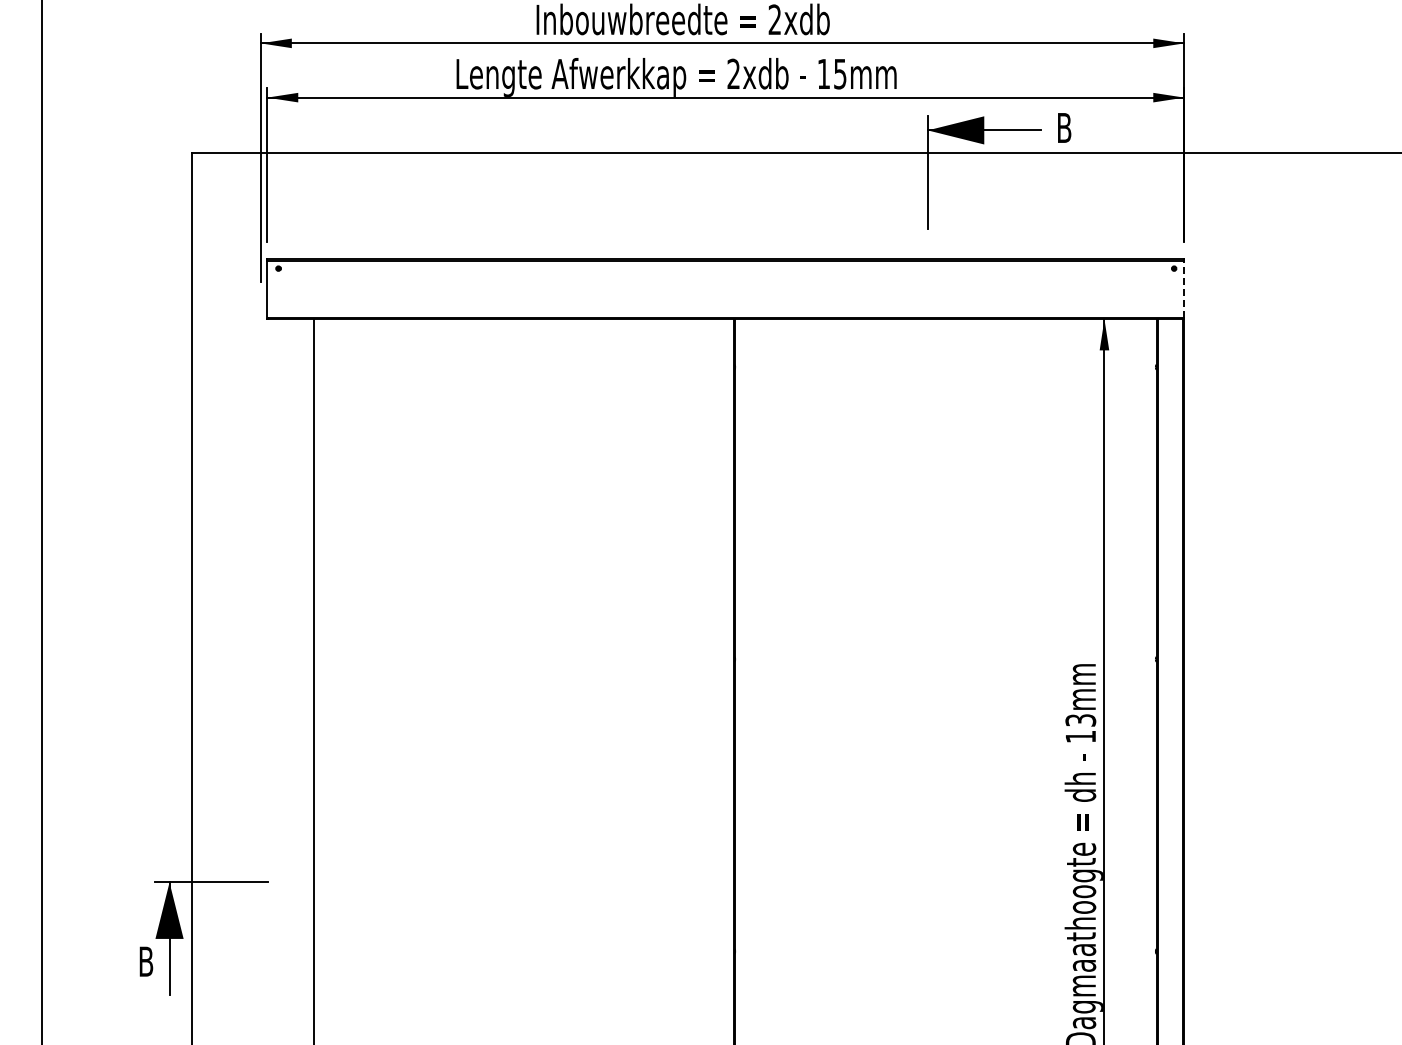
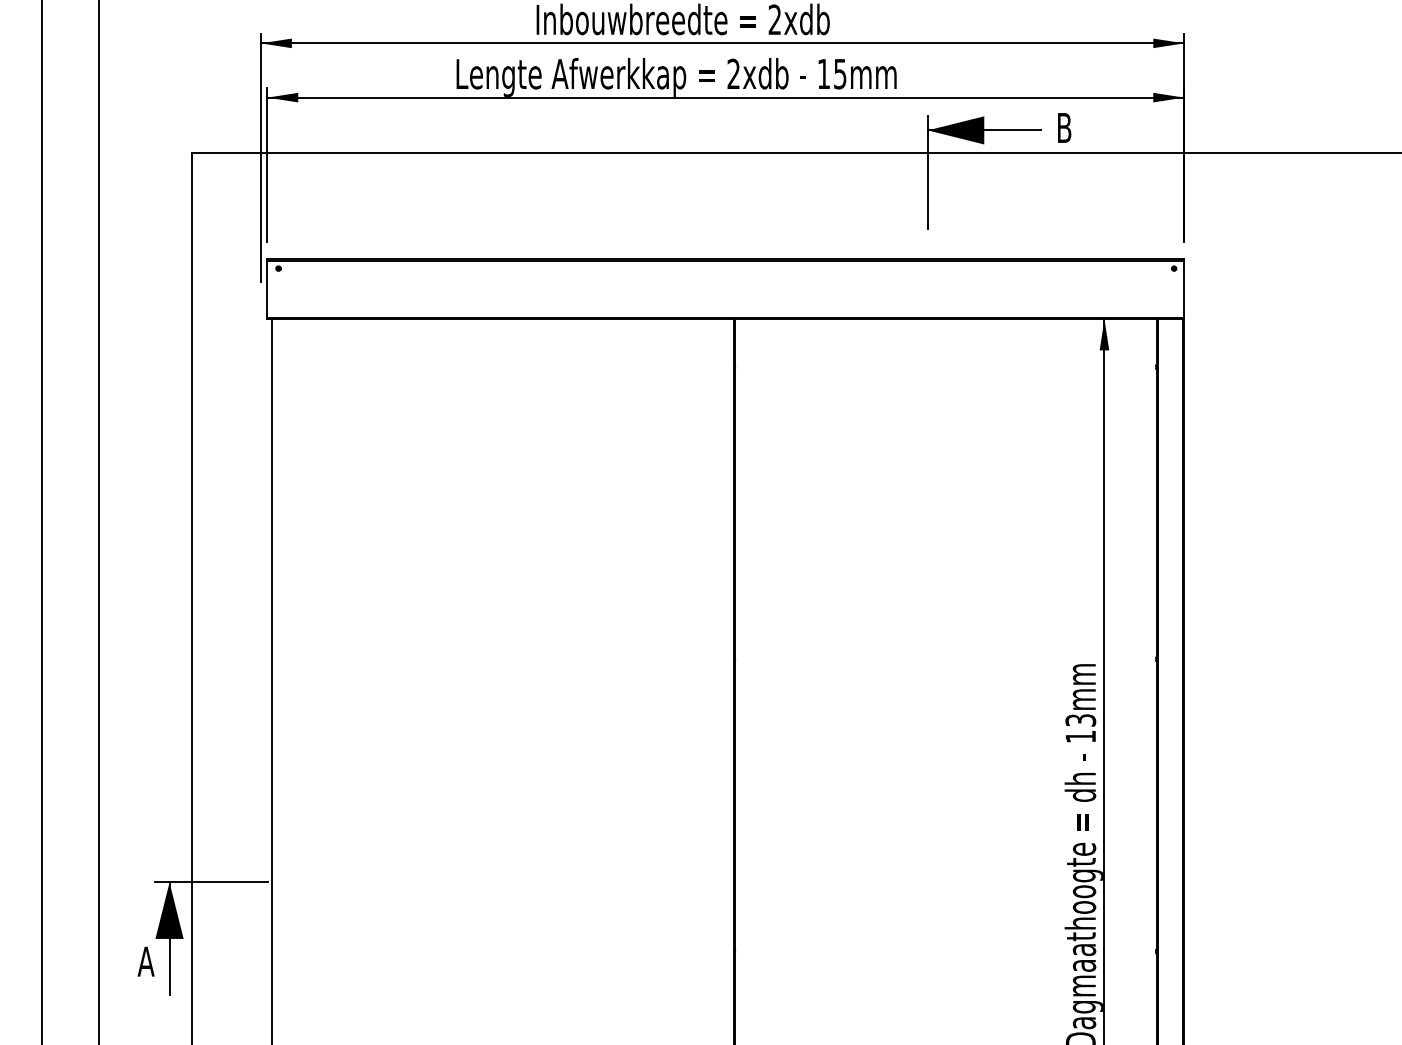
line at (1184, 289): dashed -> solid
line at (99, 521): none -> present
line at (314, 680) position: (314, 680) -> (272, 680)
text at (145, 961): B -> A
